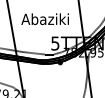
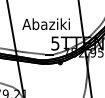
text at (44, 18) position: (44, 18) -> (45, 23)
